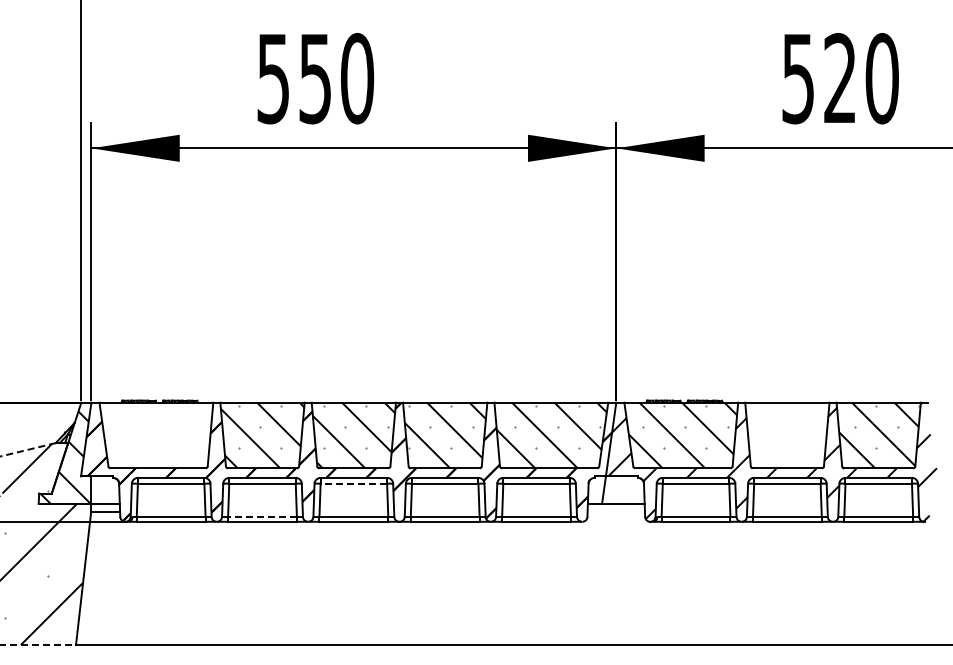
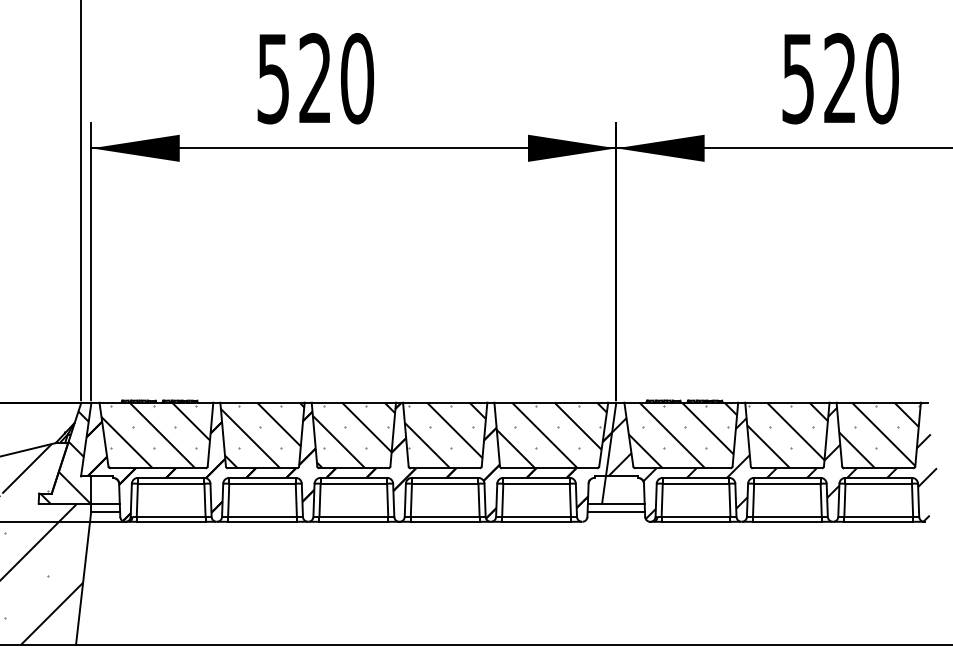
text at (314, 78): 550 -> 520
hatch at (155, 435): none -> present
hatch at (787, 435): none -> present
line at (27, 449): dashed -> solid
line at (353, 483): dashed -> solid
line at (615, 512): none -> present
line at (262, 516): dashed -> solid
line at (38, 644): dashed -> solid
